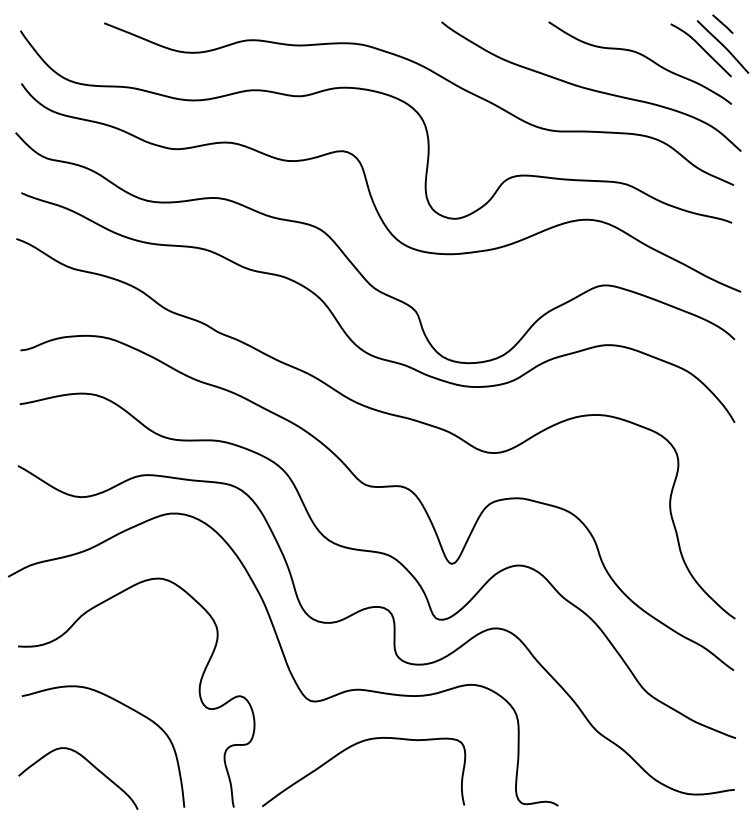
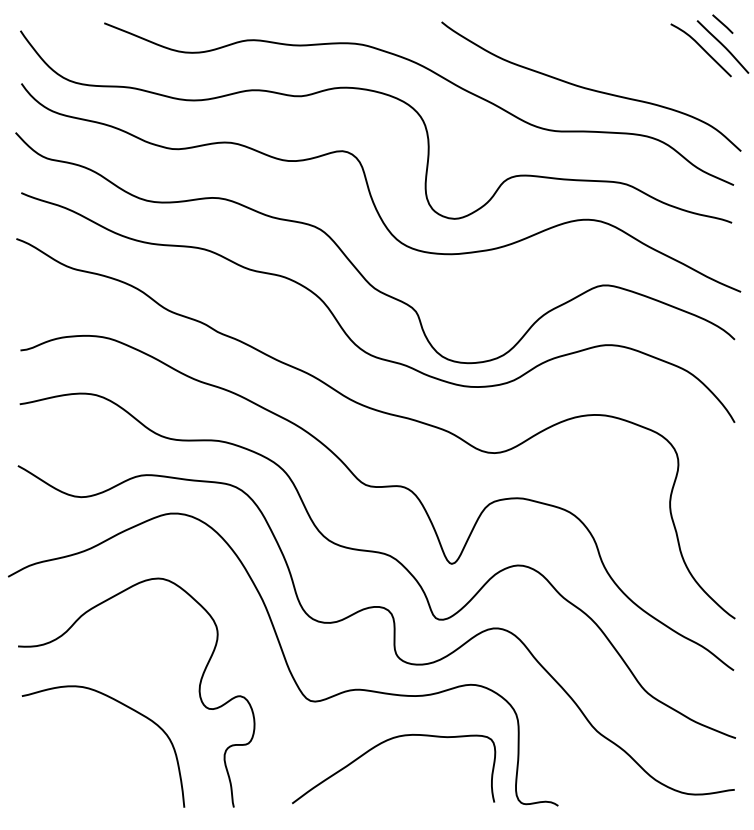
curve at (642, 56): present -> none
curve at (351, 747) position: (351, 747) -> (381, 744)
curve at (91, 765): present -> none
